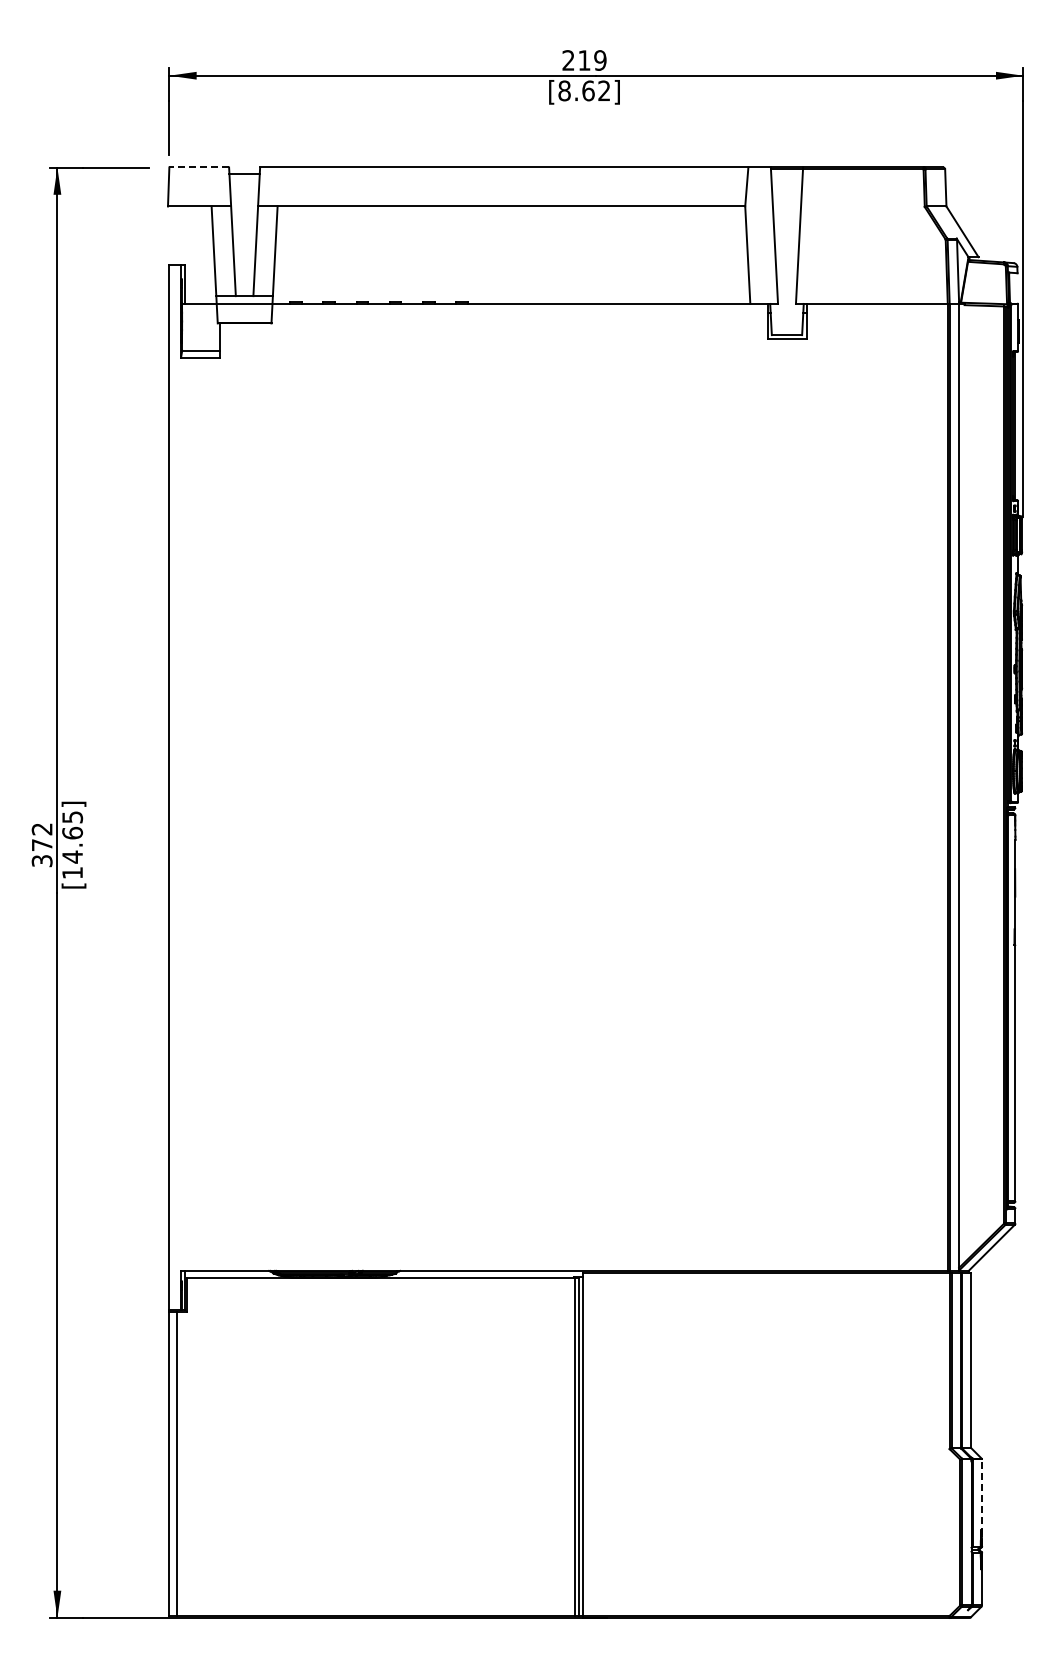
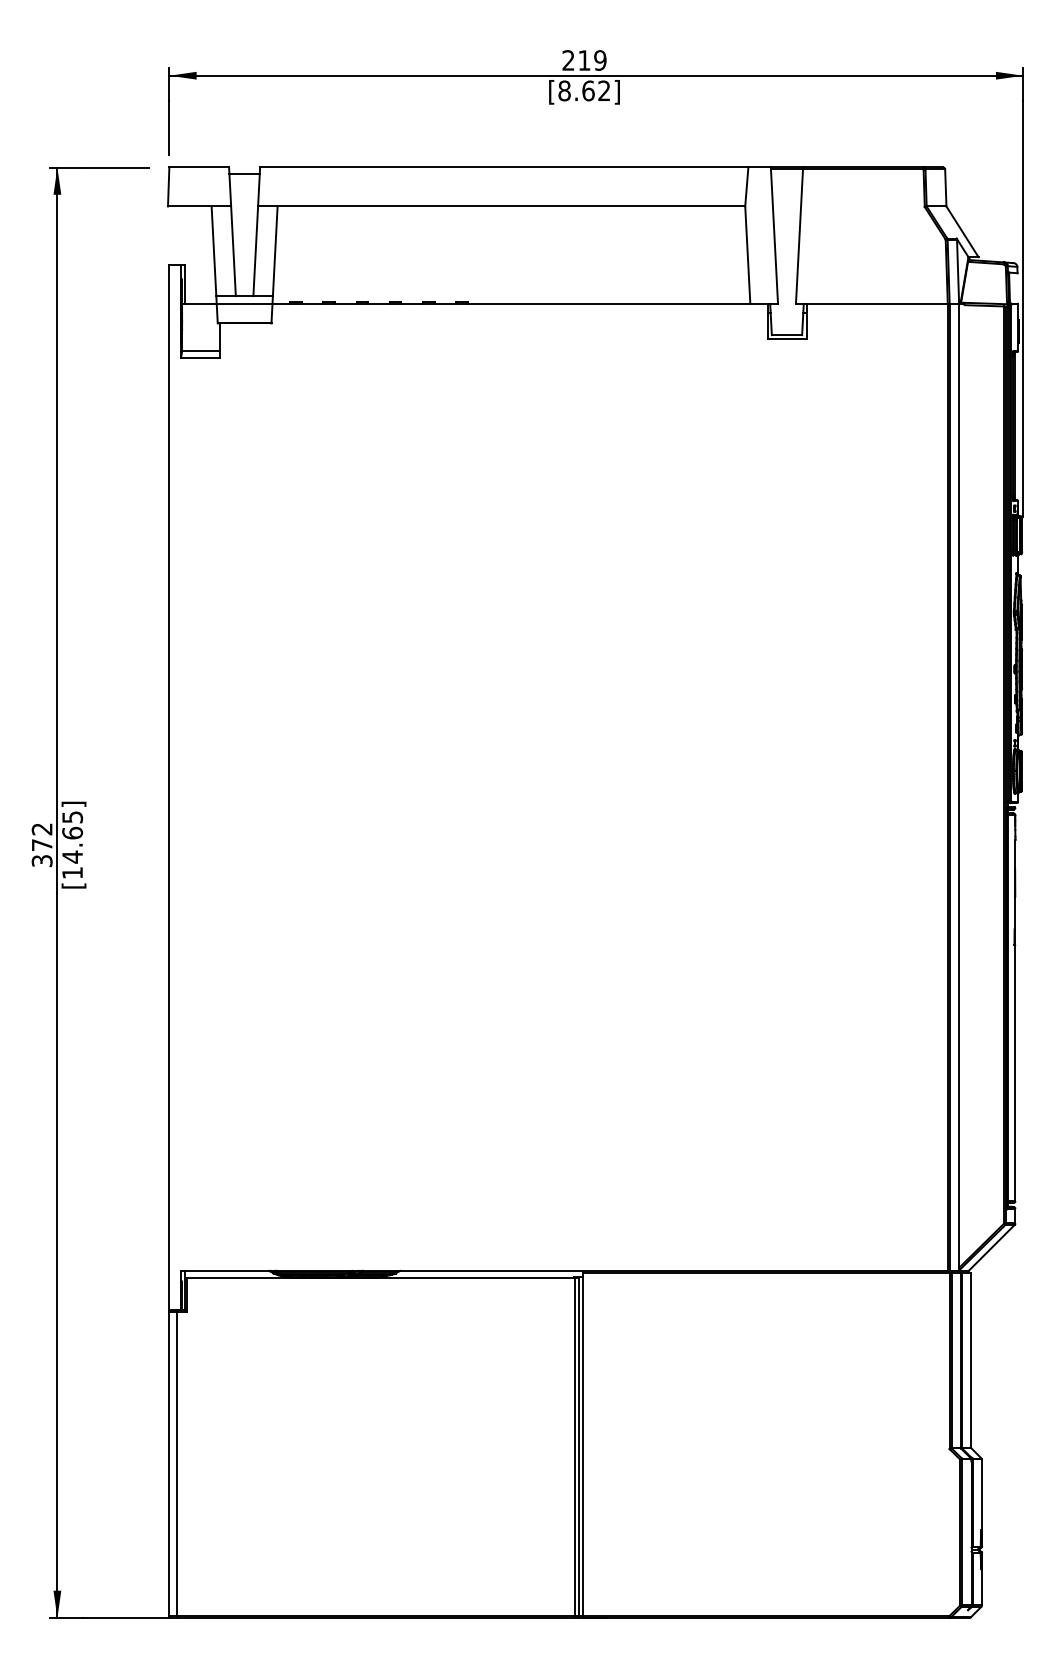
line at (199, 167): dashed -> solid
line at (981, 1502): dashed -> solid
